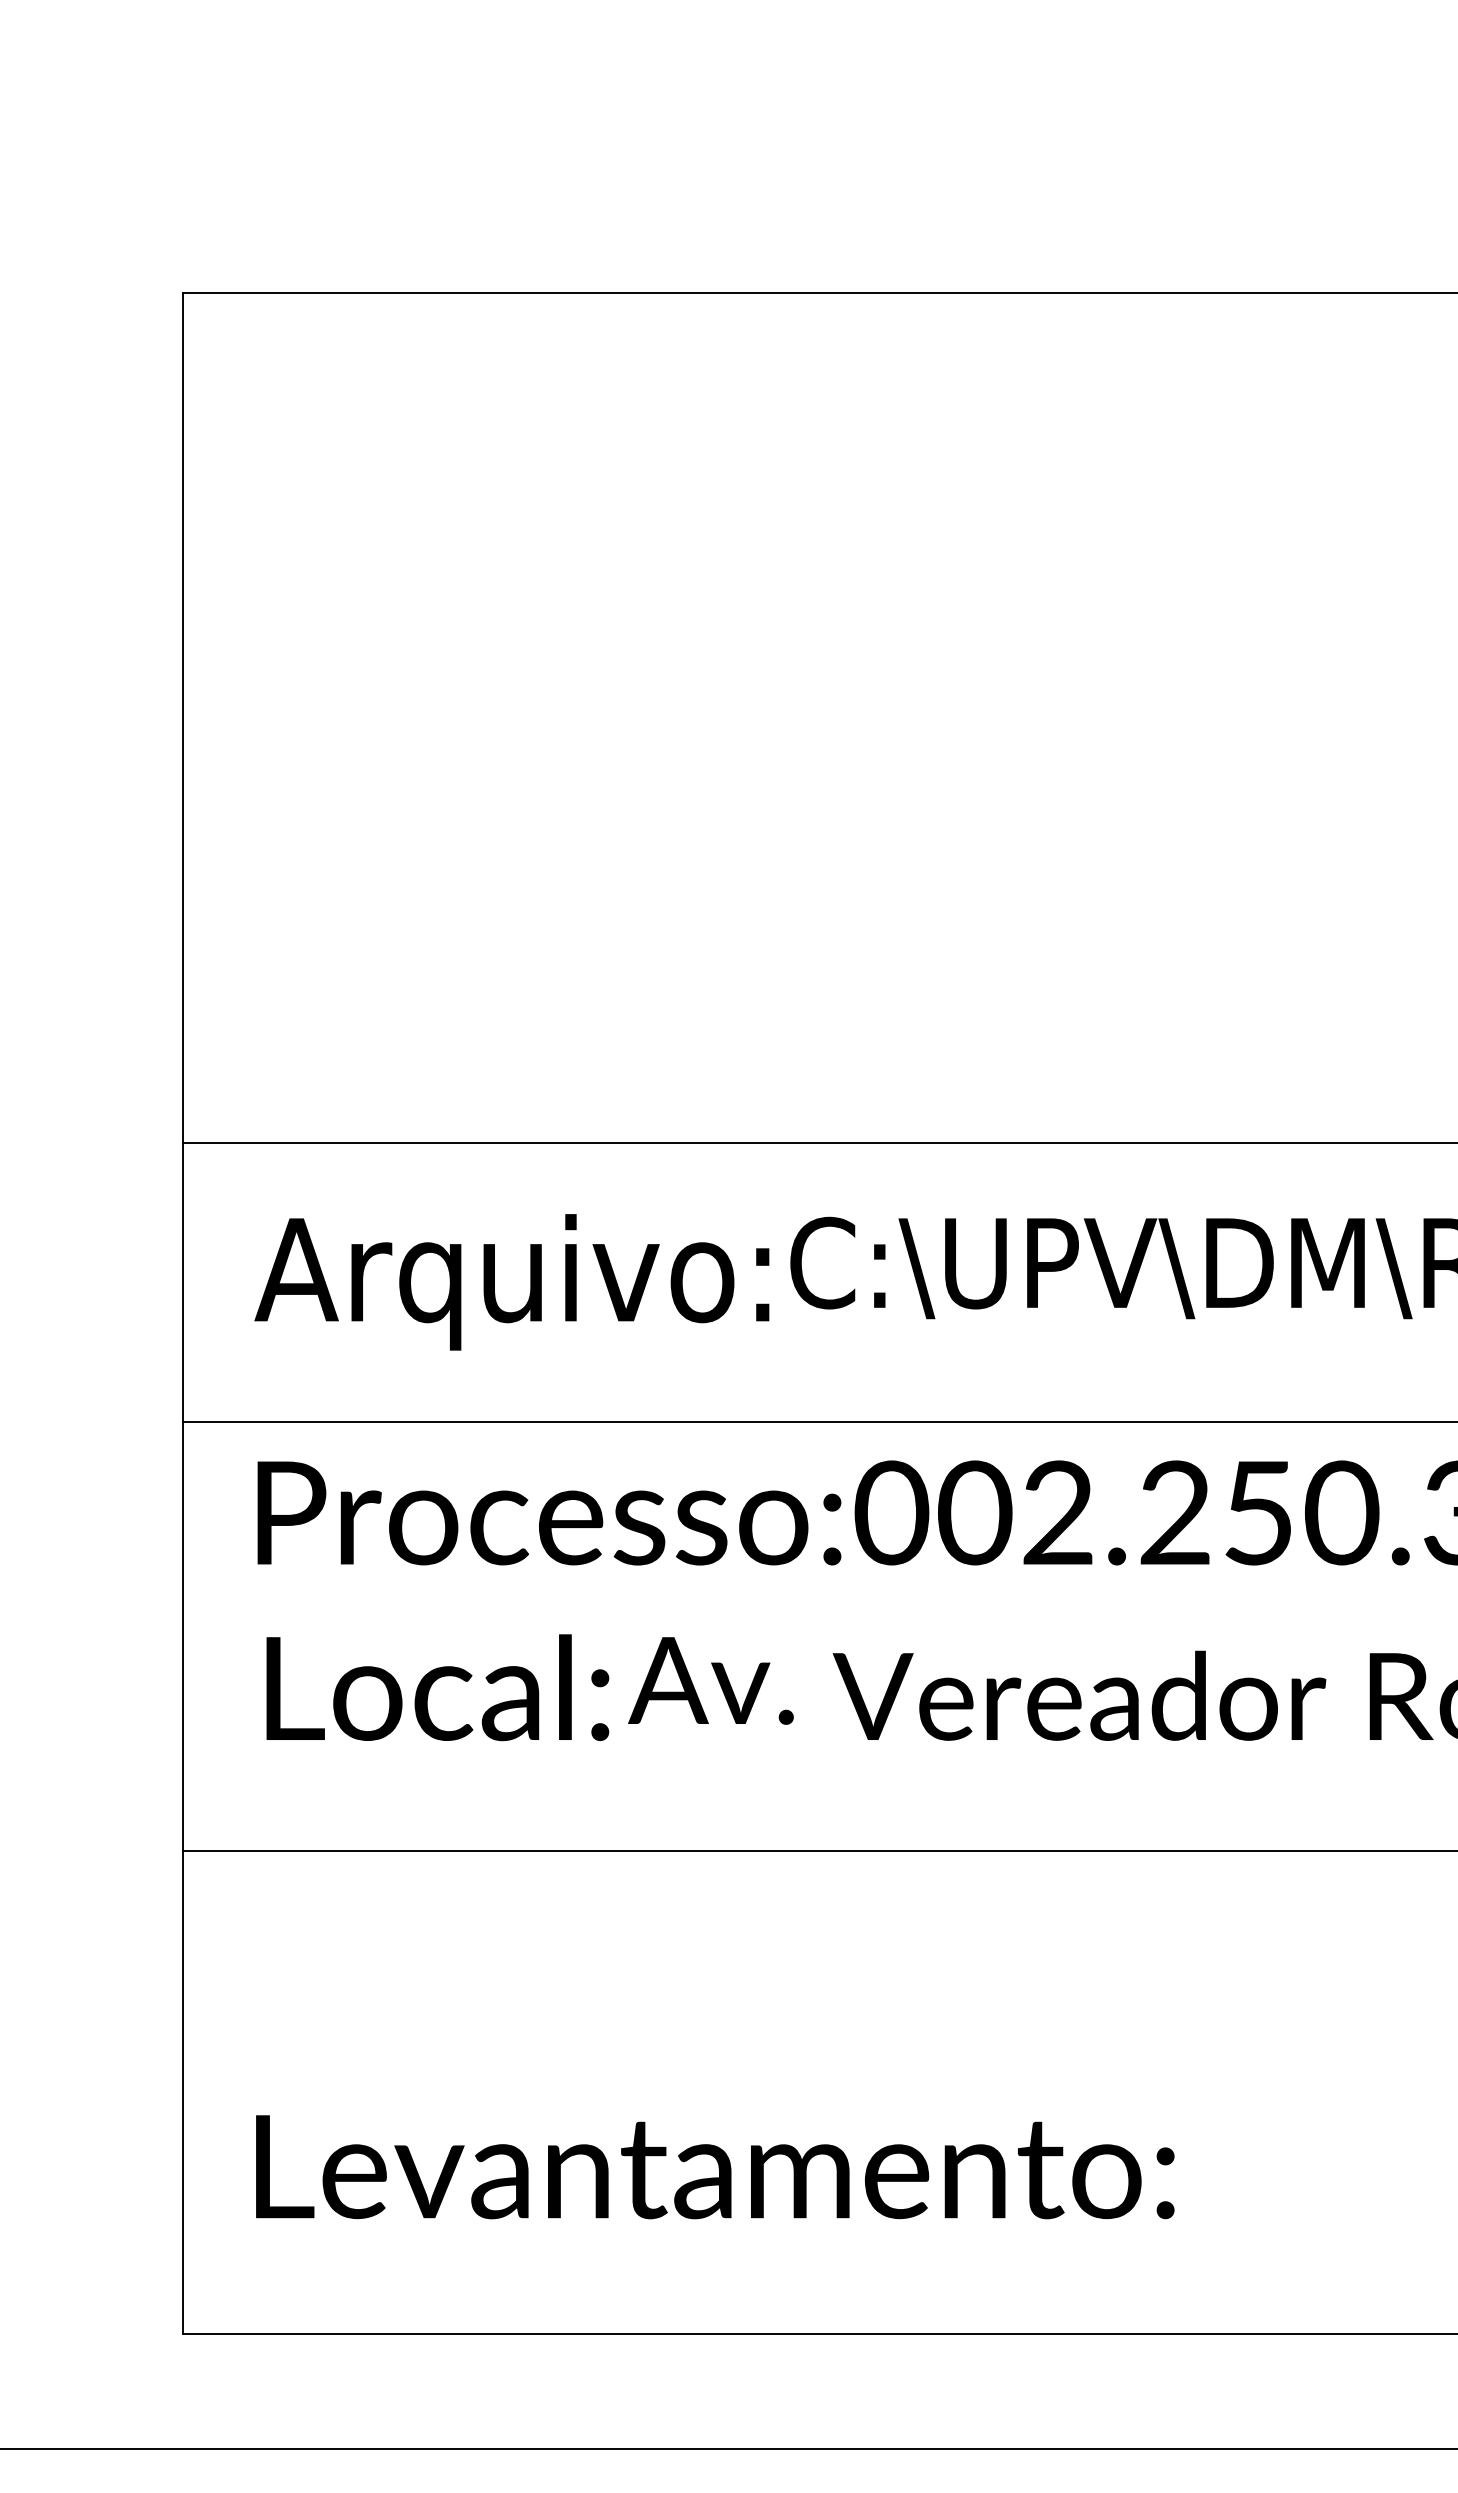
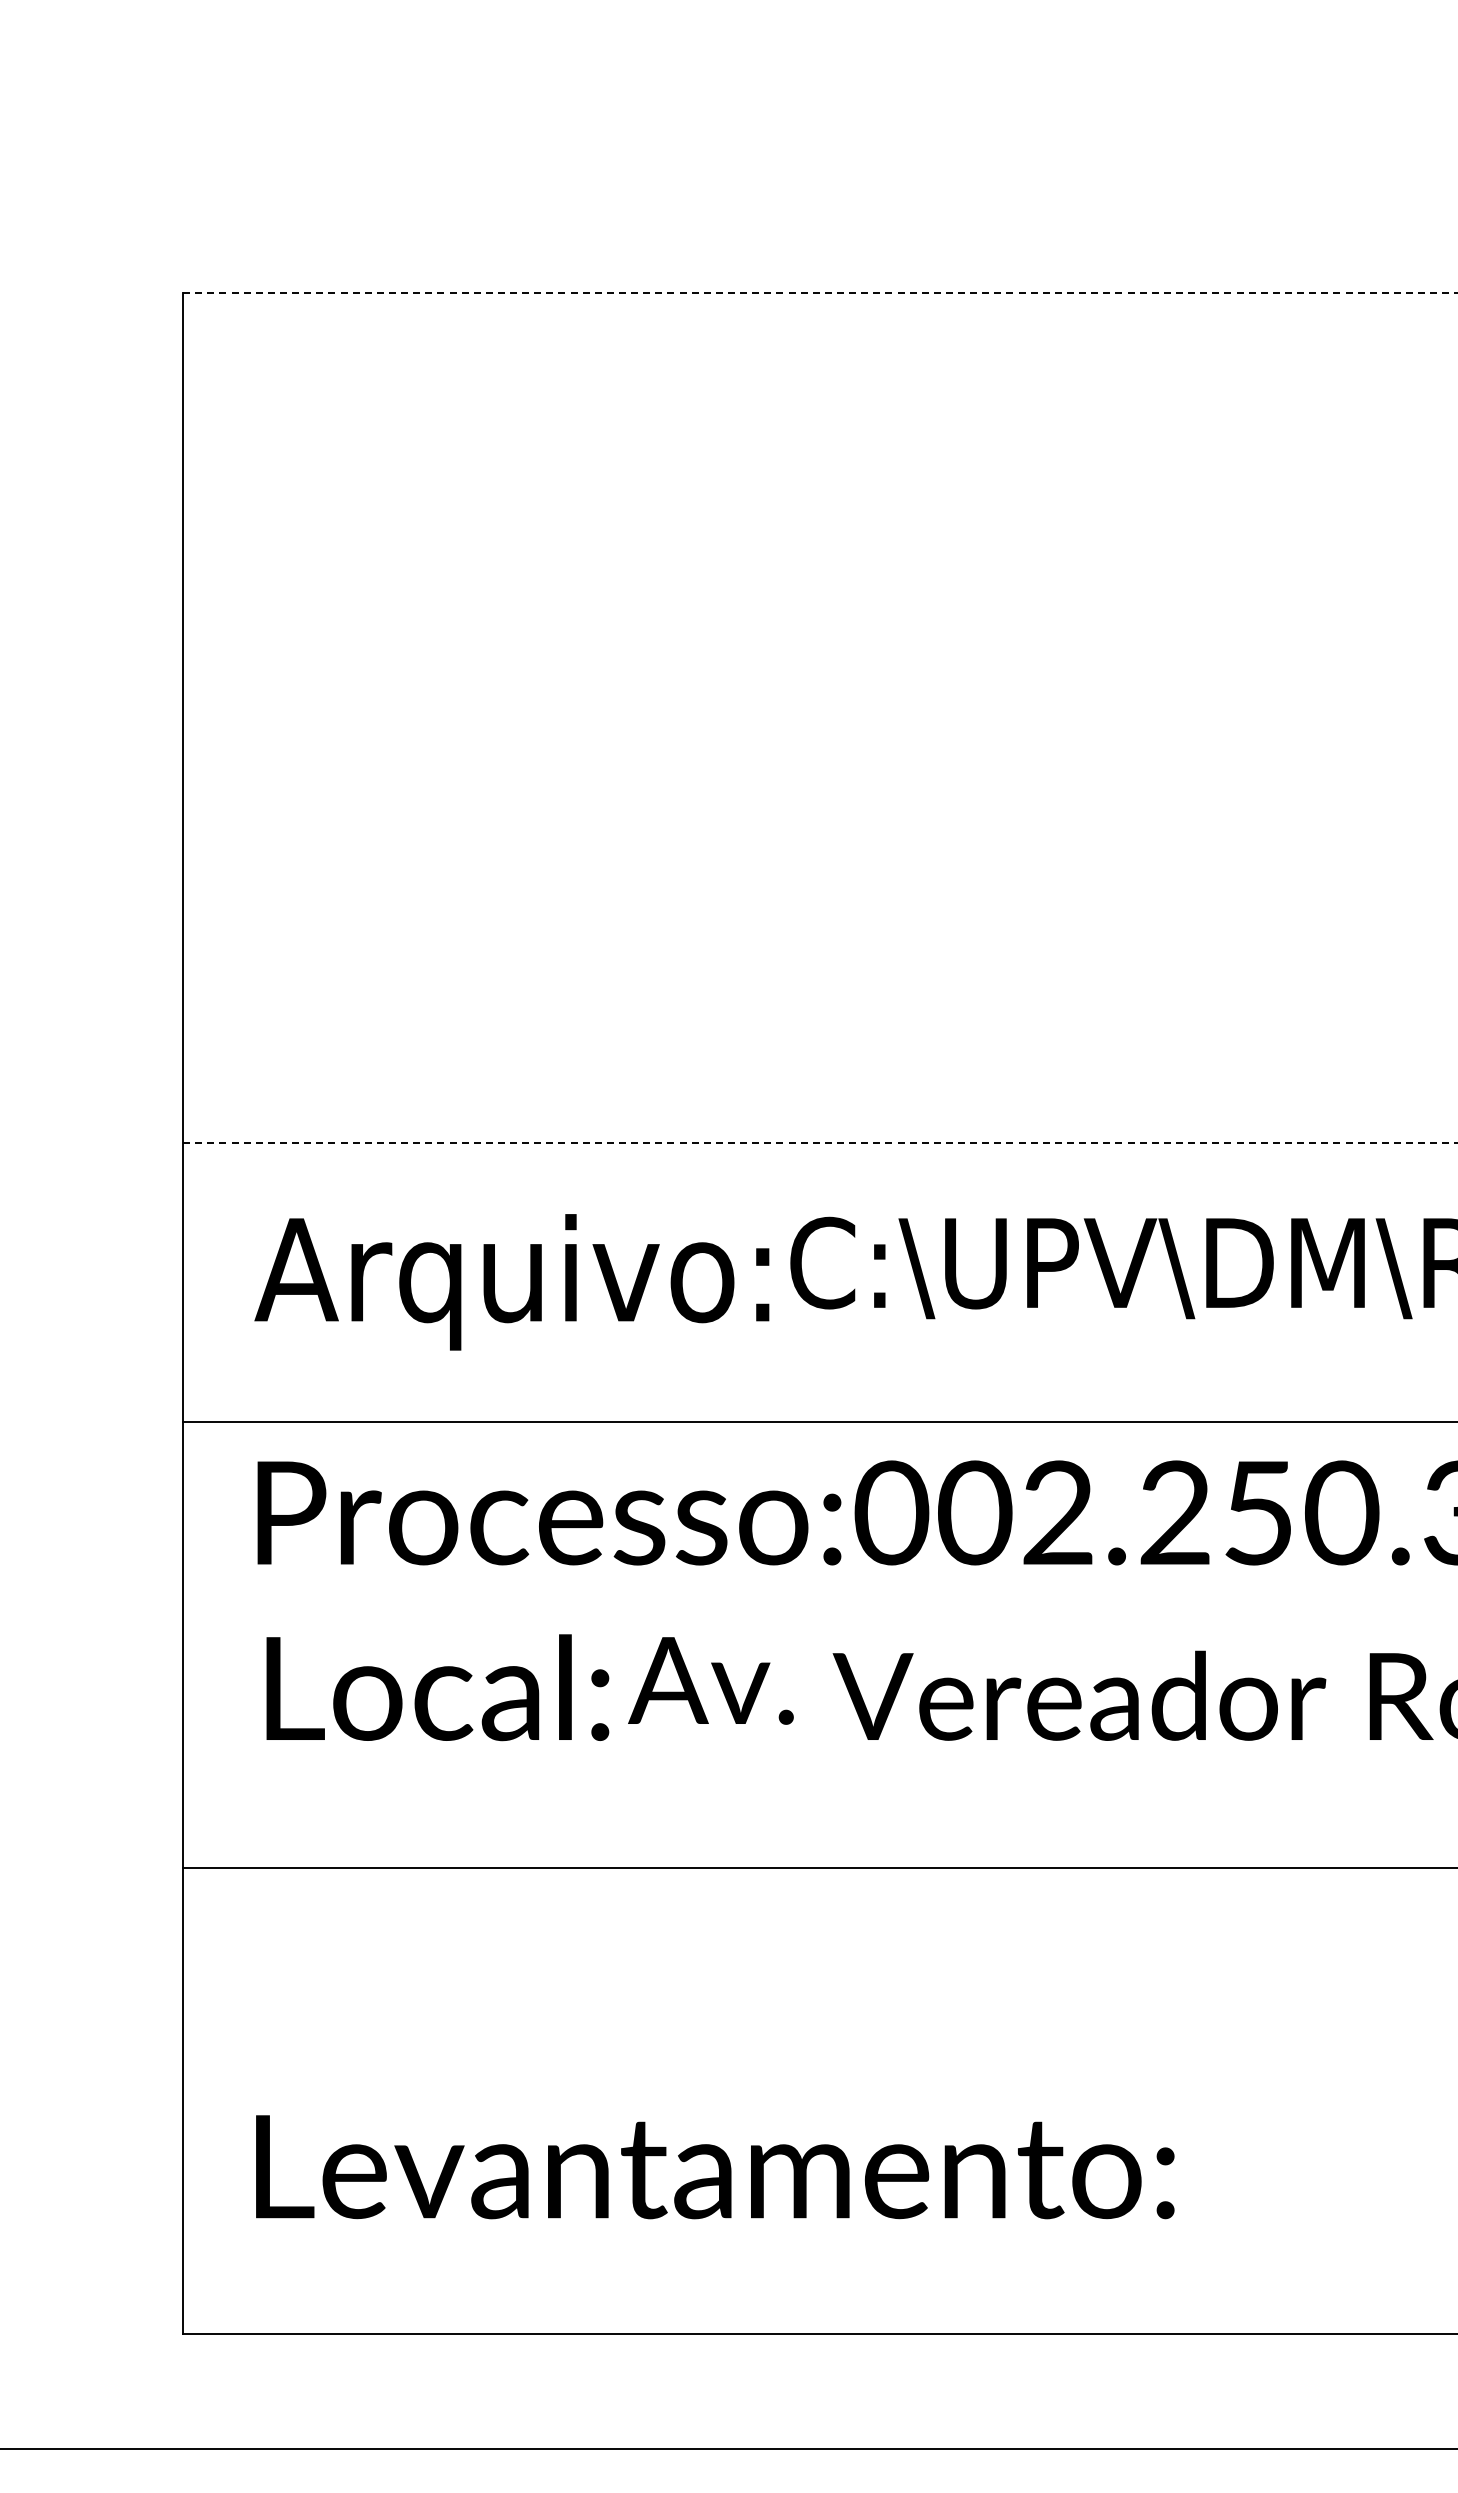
line at (820, 293): solid -> dashed
line at (820, 1142): solid -> dashed
line at (818, 1850) position: (818, 1850) -> (818, 1867)
